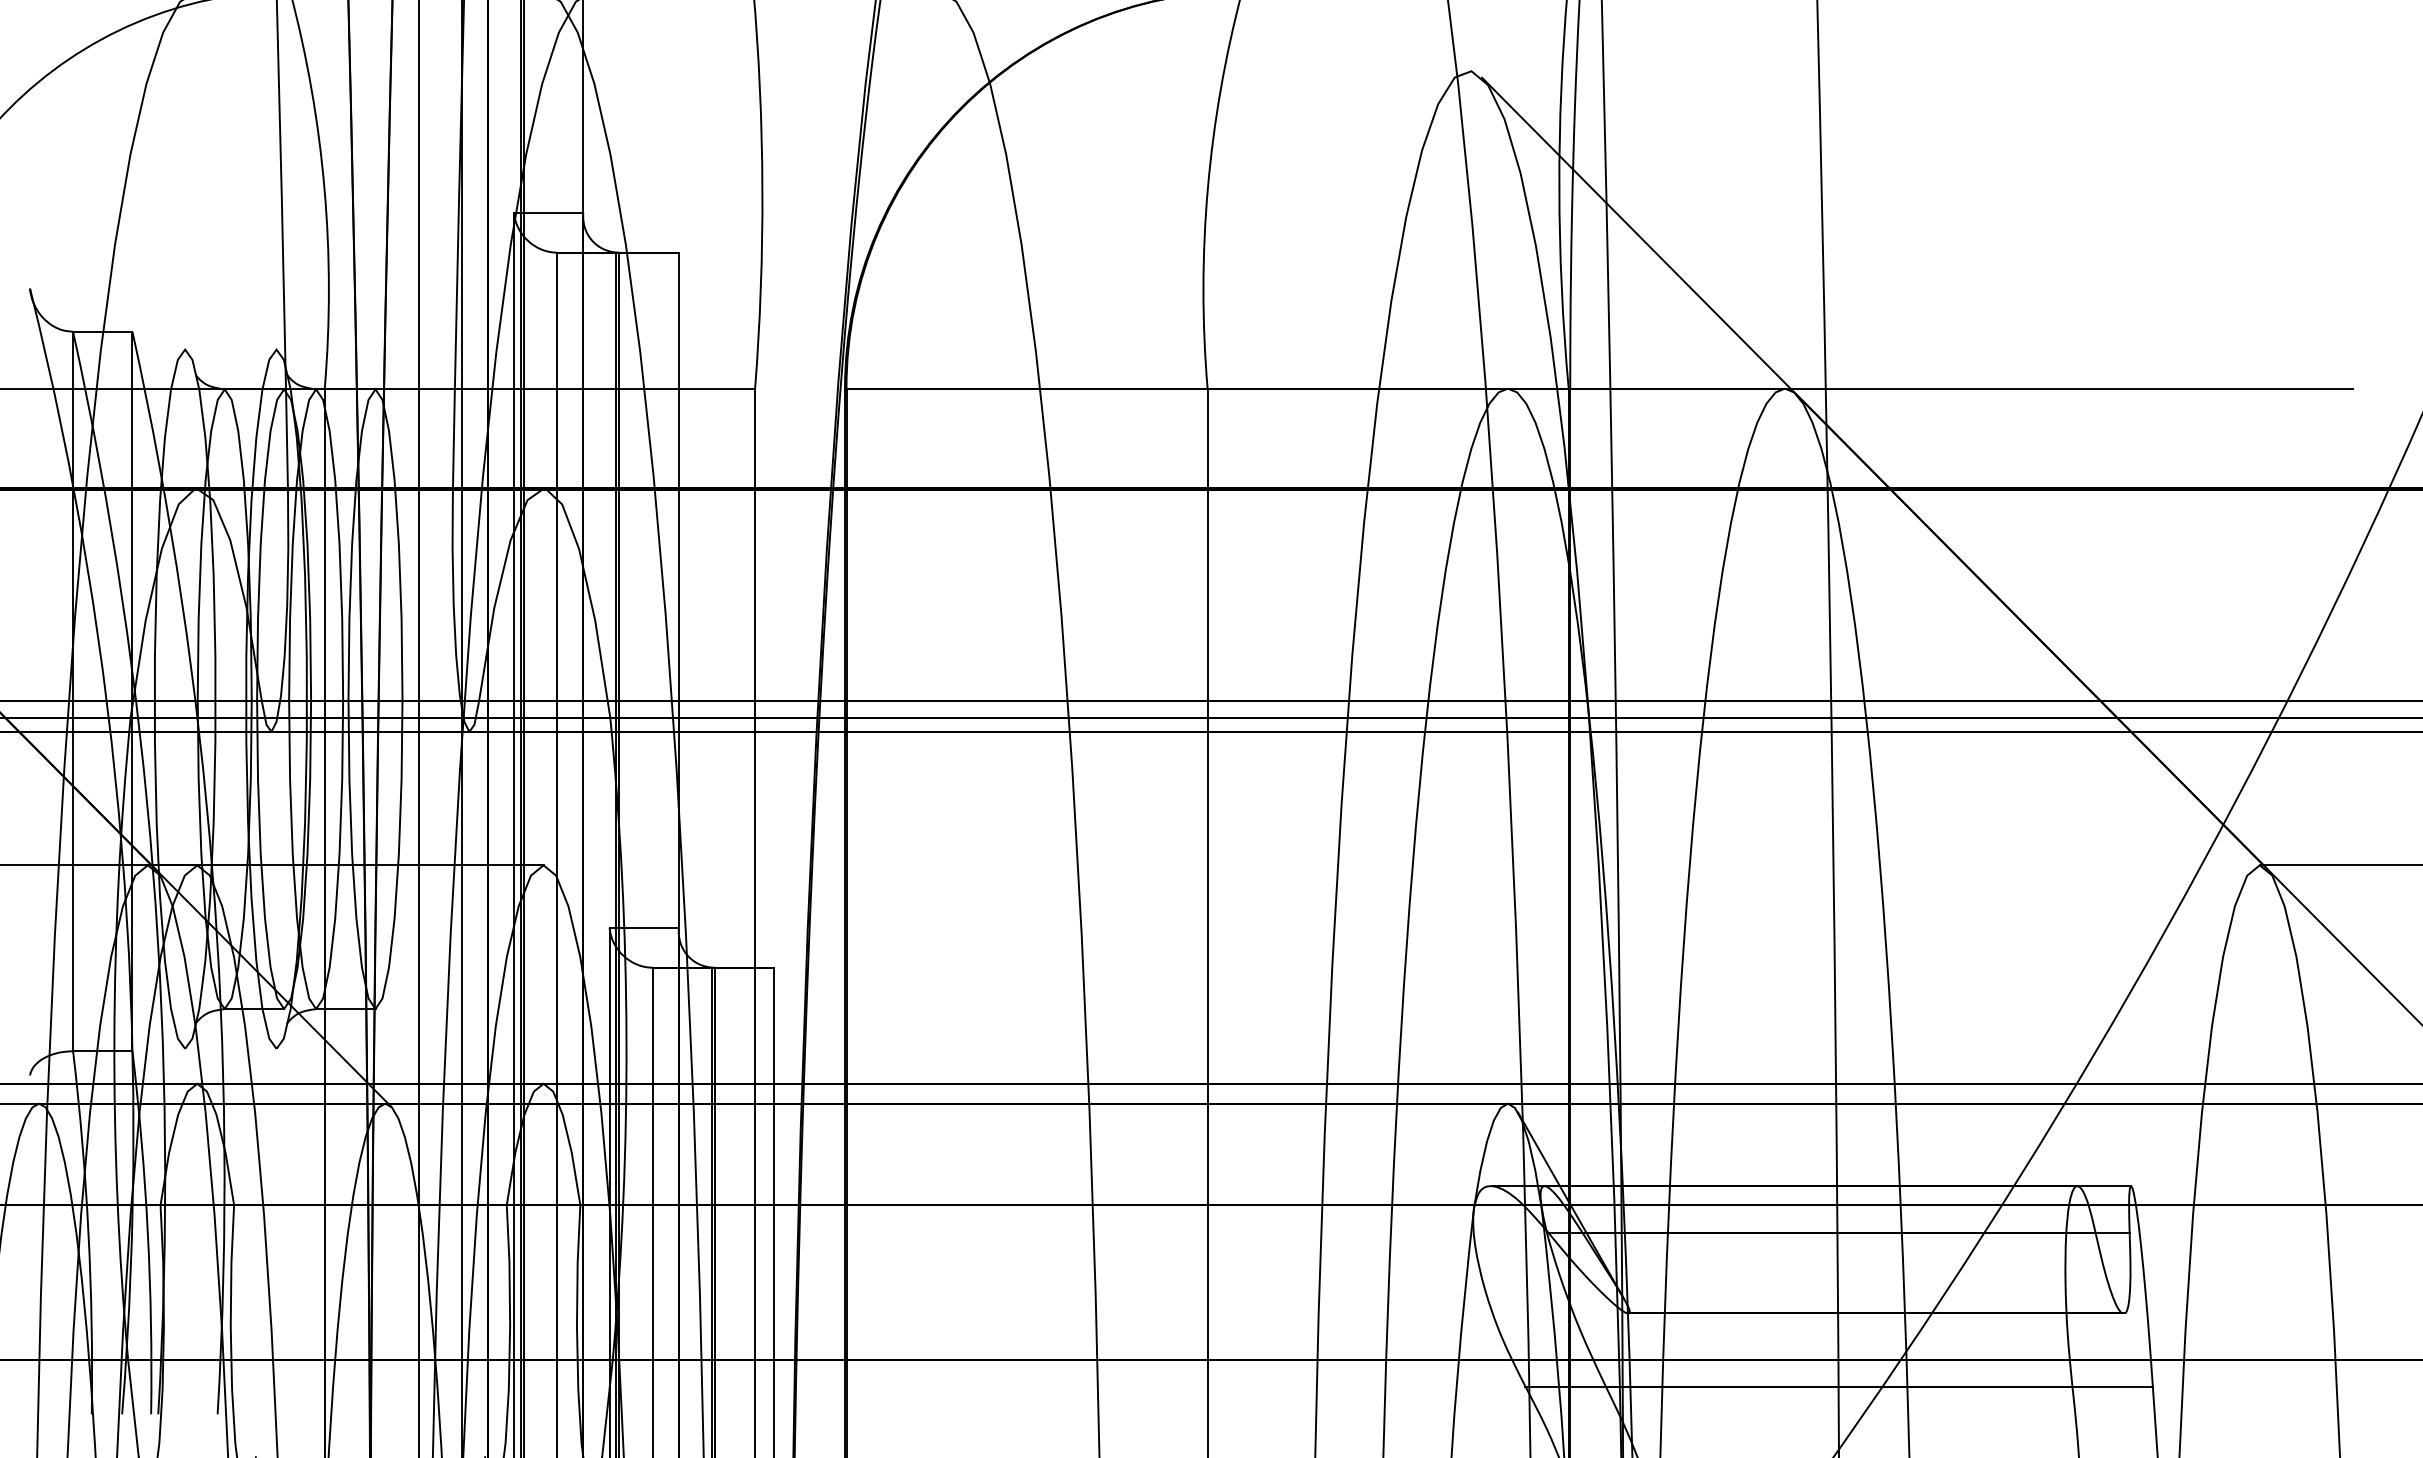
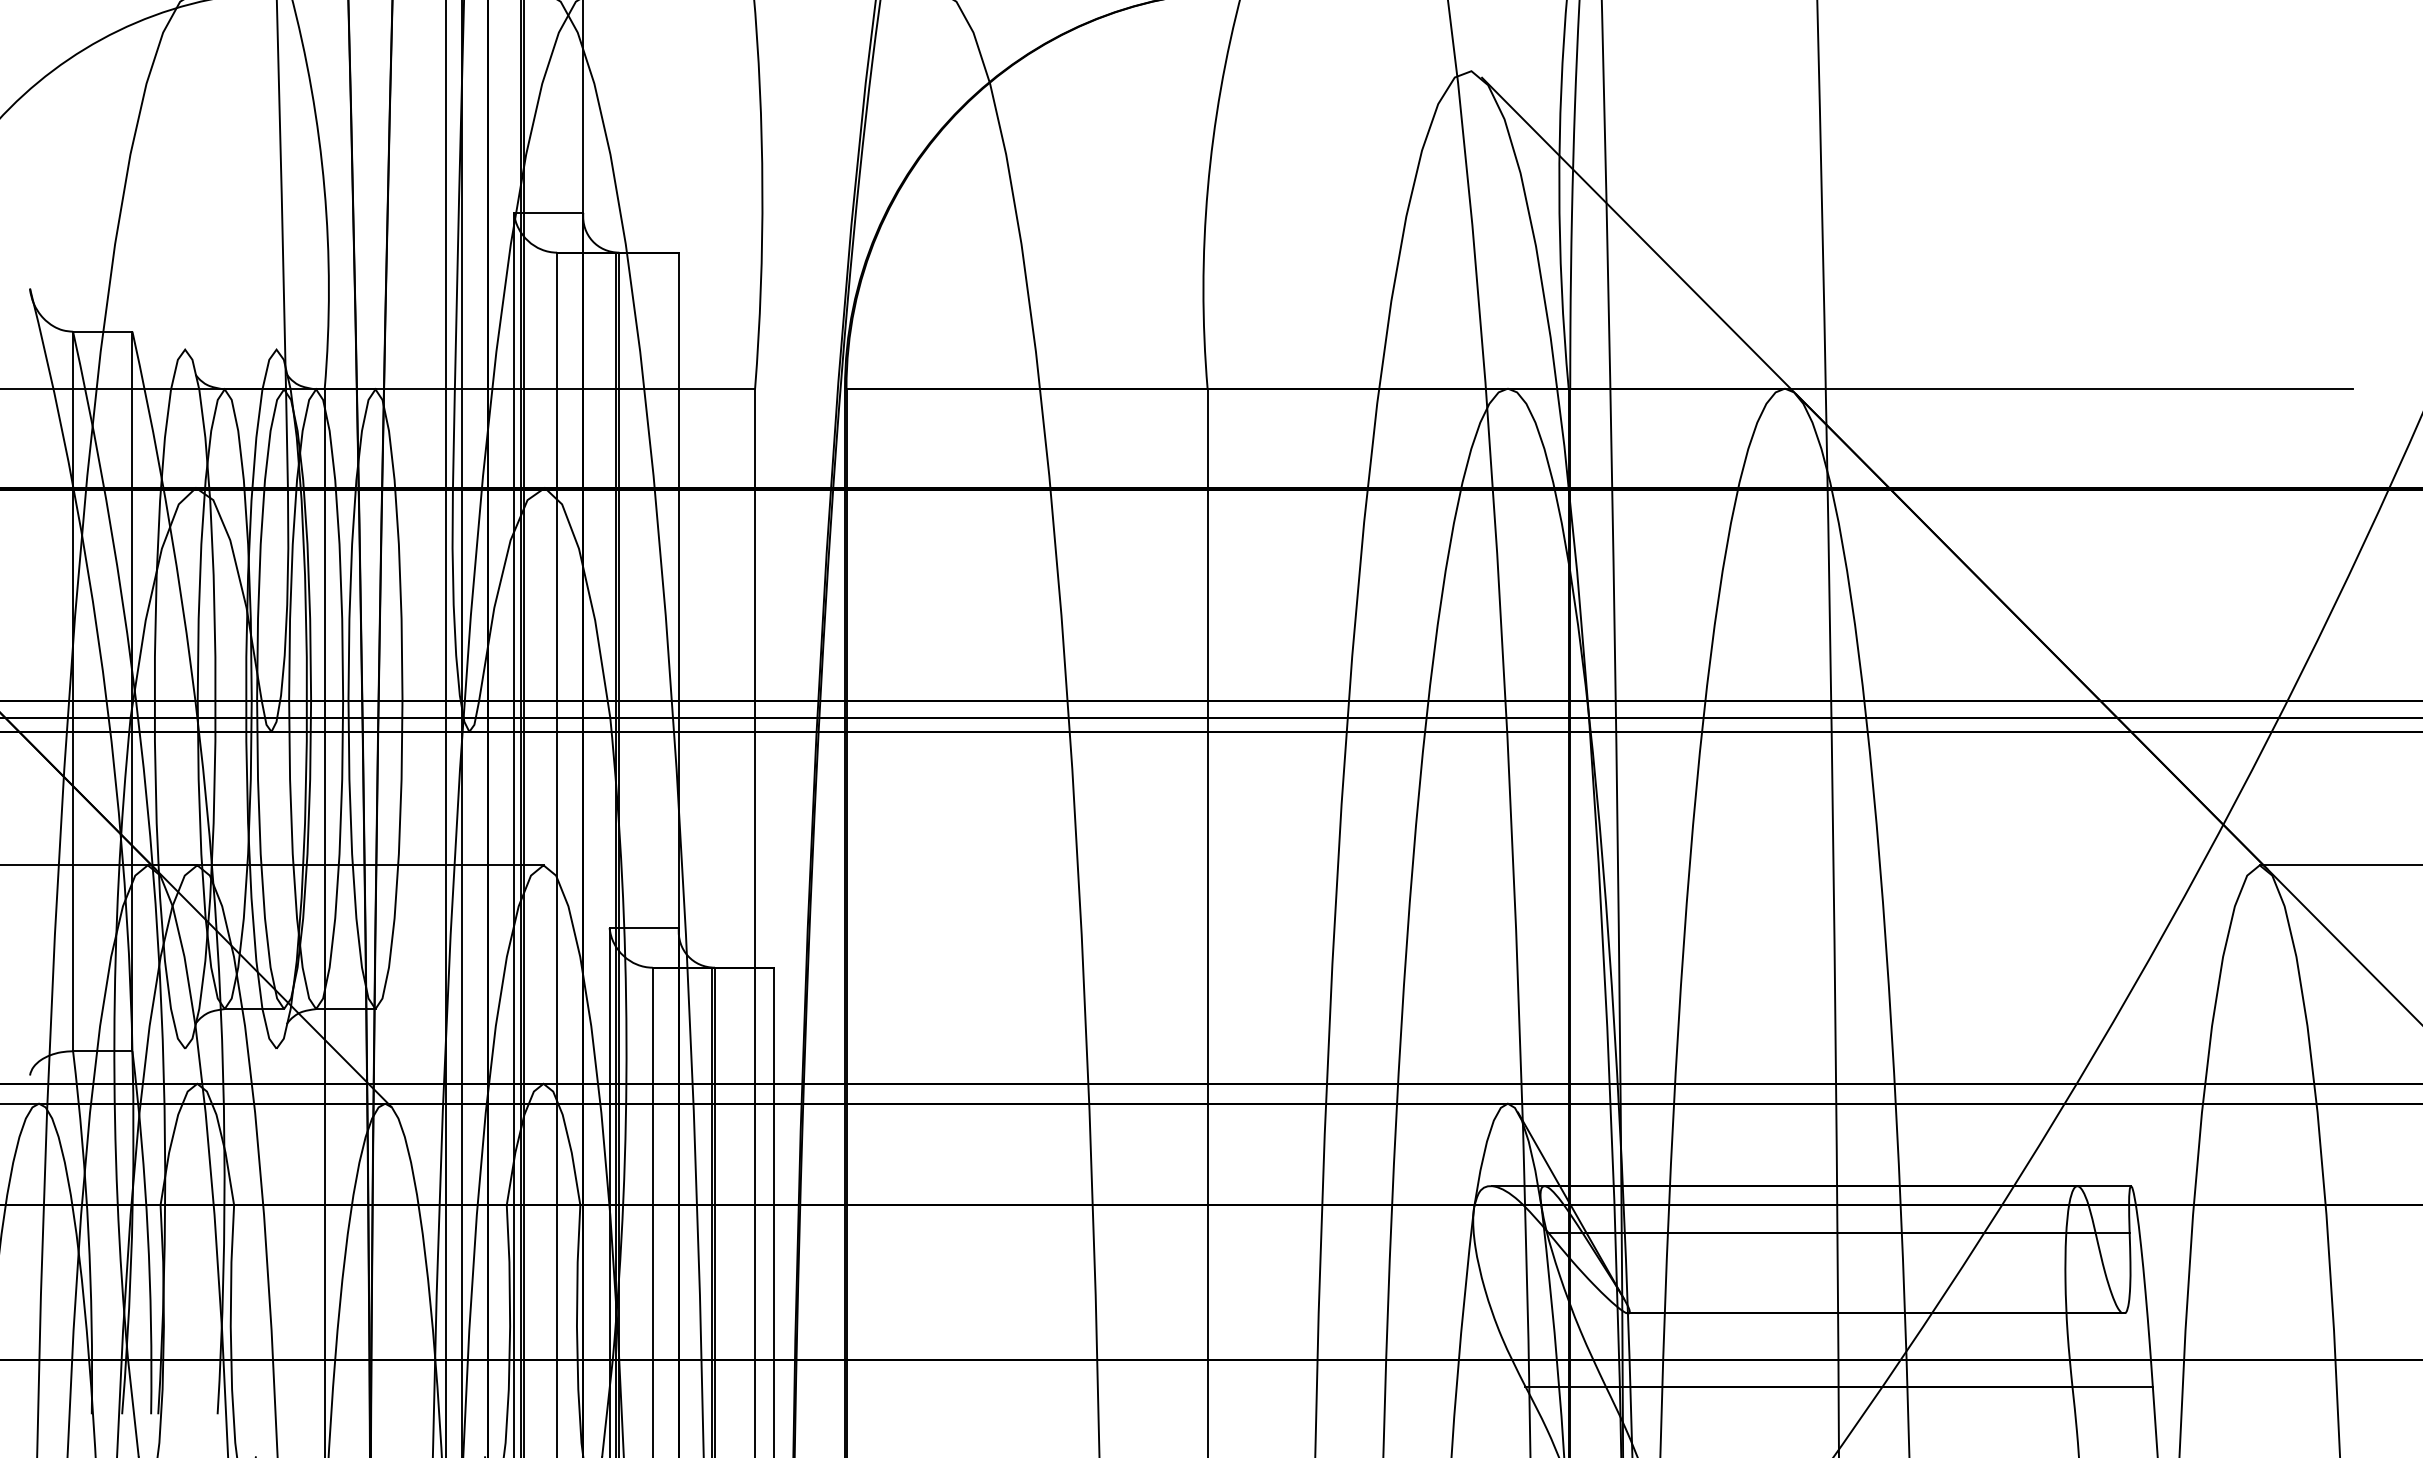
line at (418, 728) position: (418, 728) -> (445, 728)
